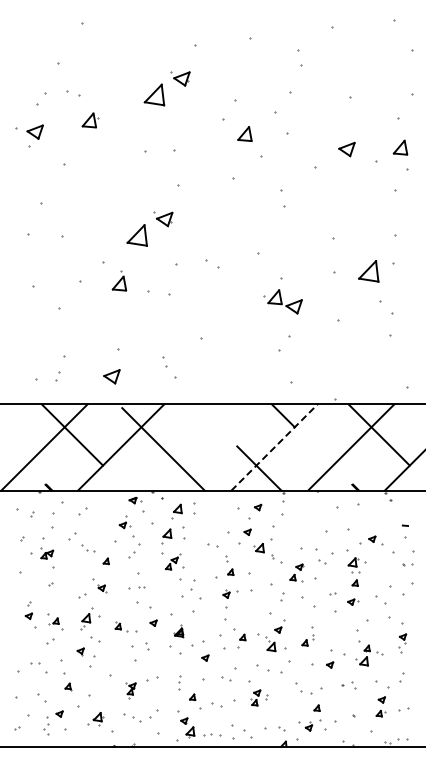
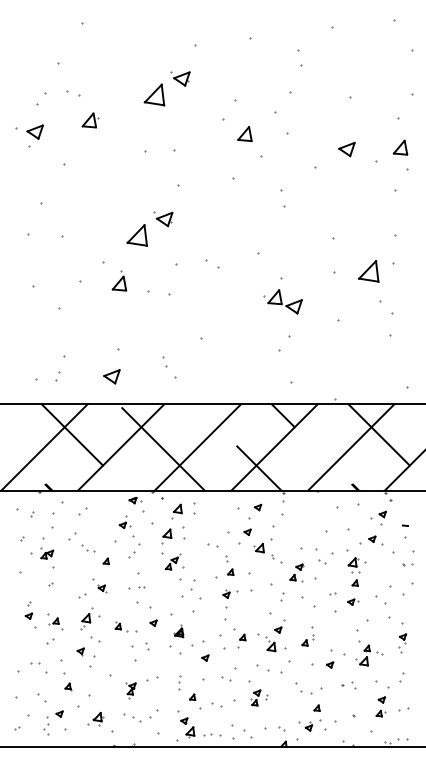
line at (197, 447): none -> present
line at (274, 447): dashed -> solid
part at (378, 517): none -> present
